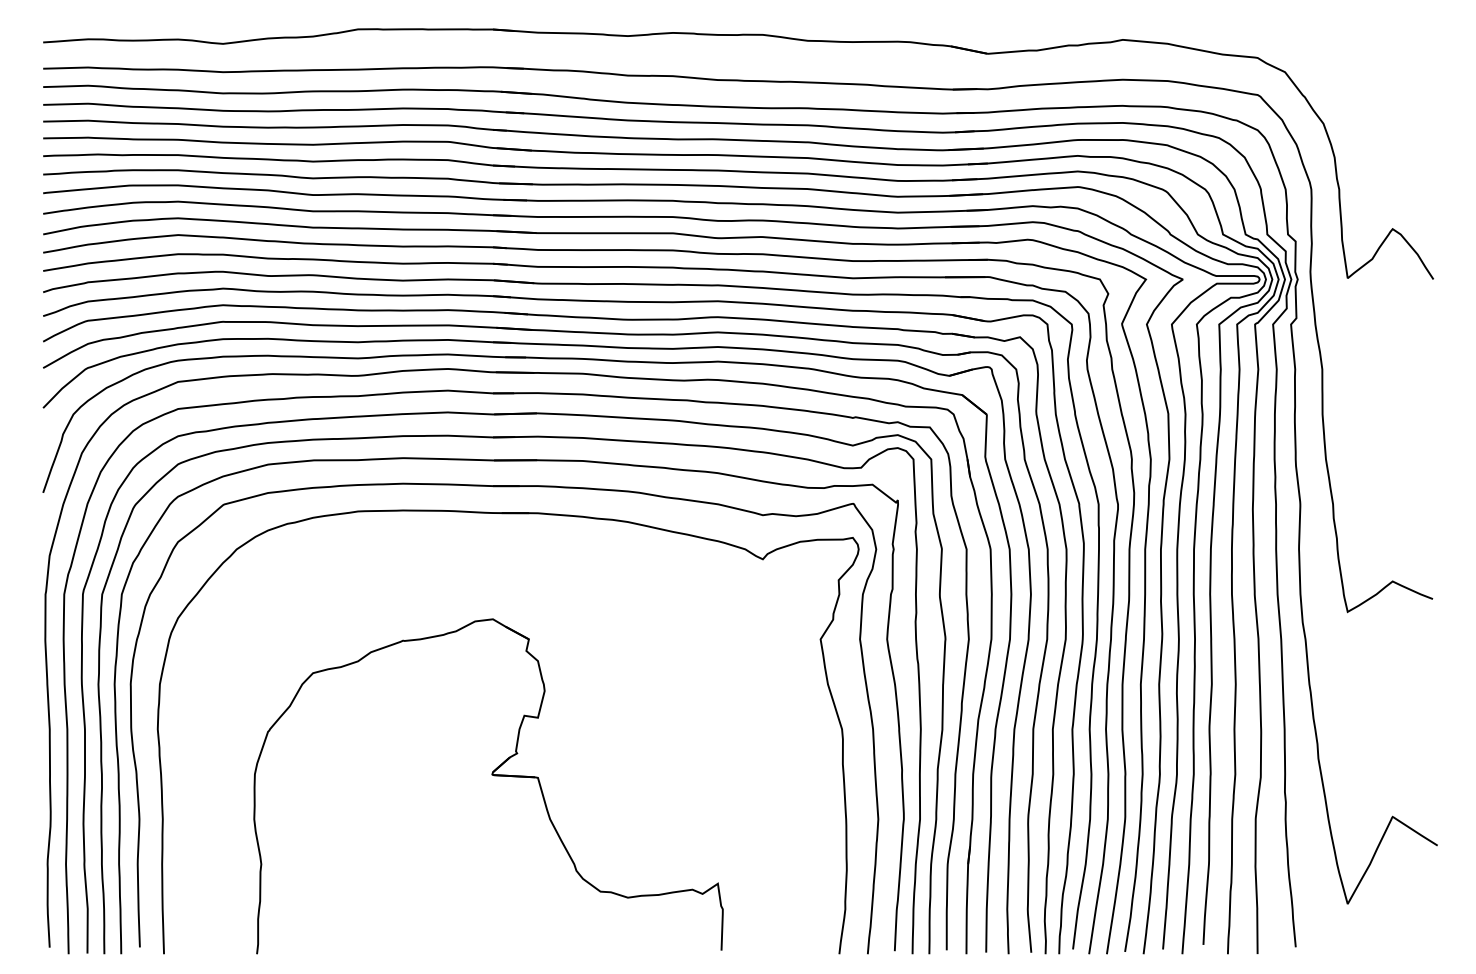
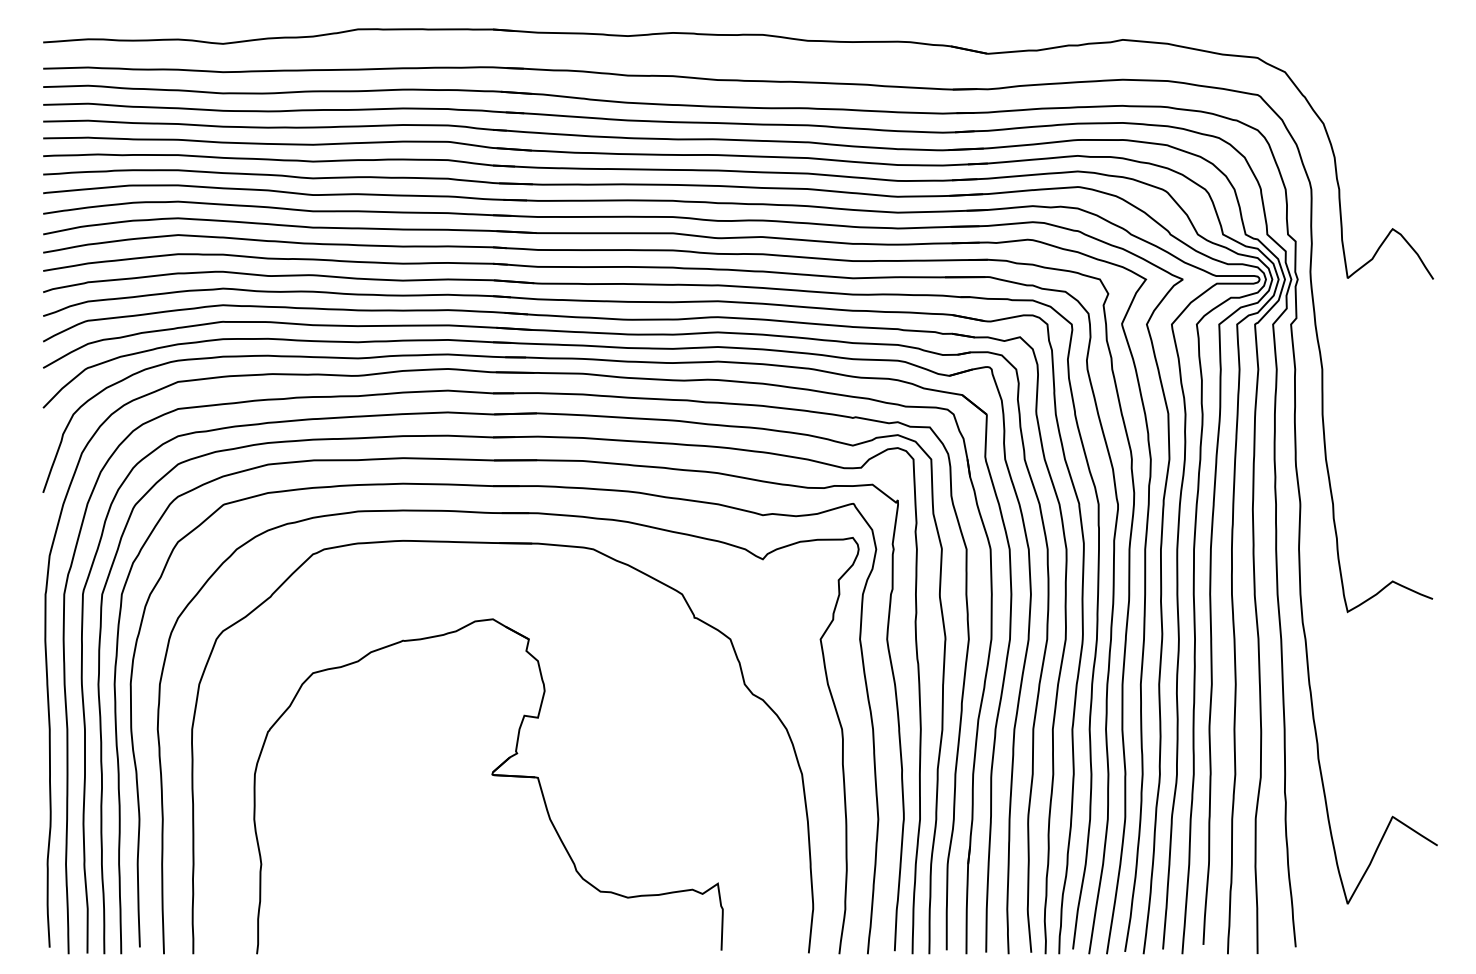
part at (502, 544): none -> present
